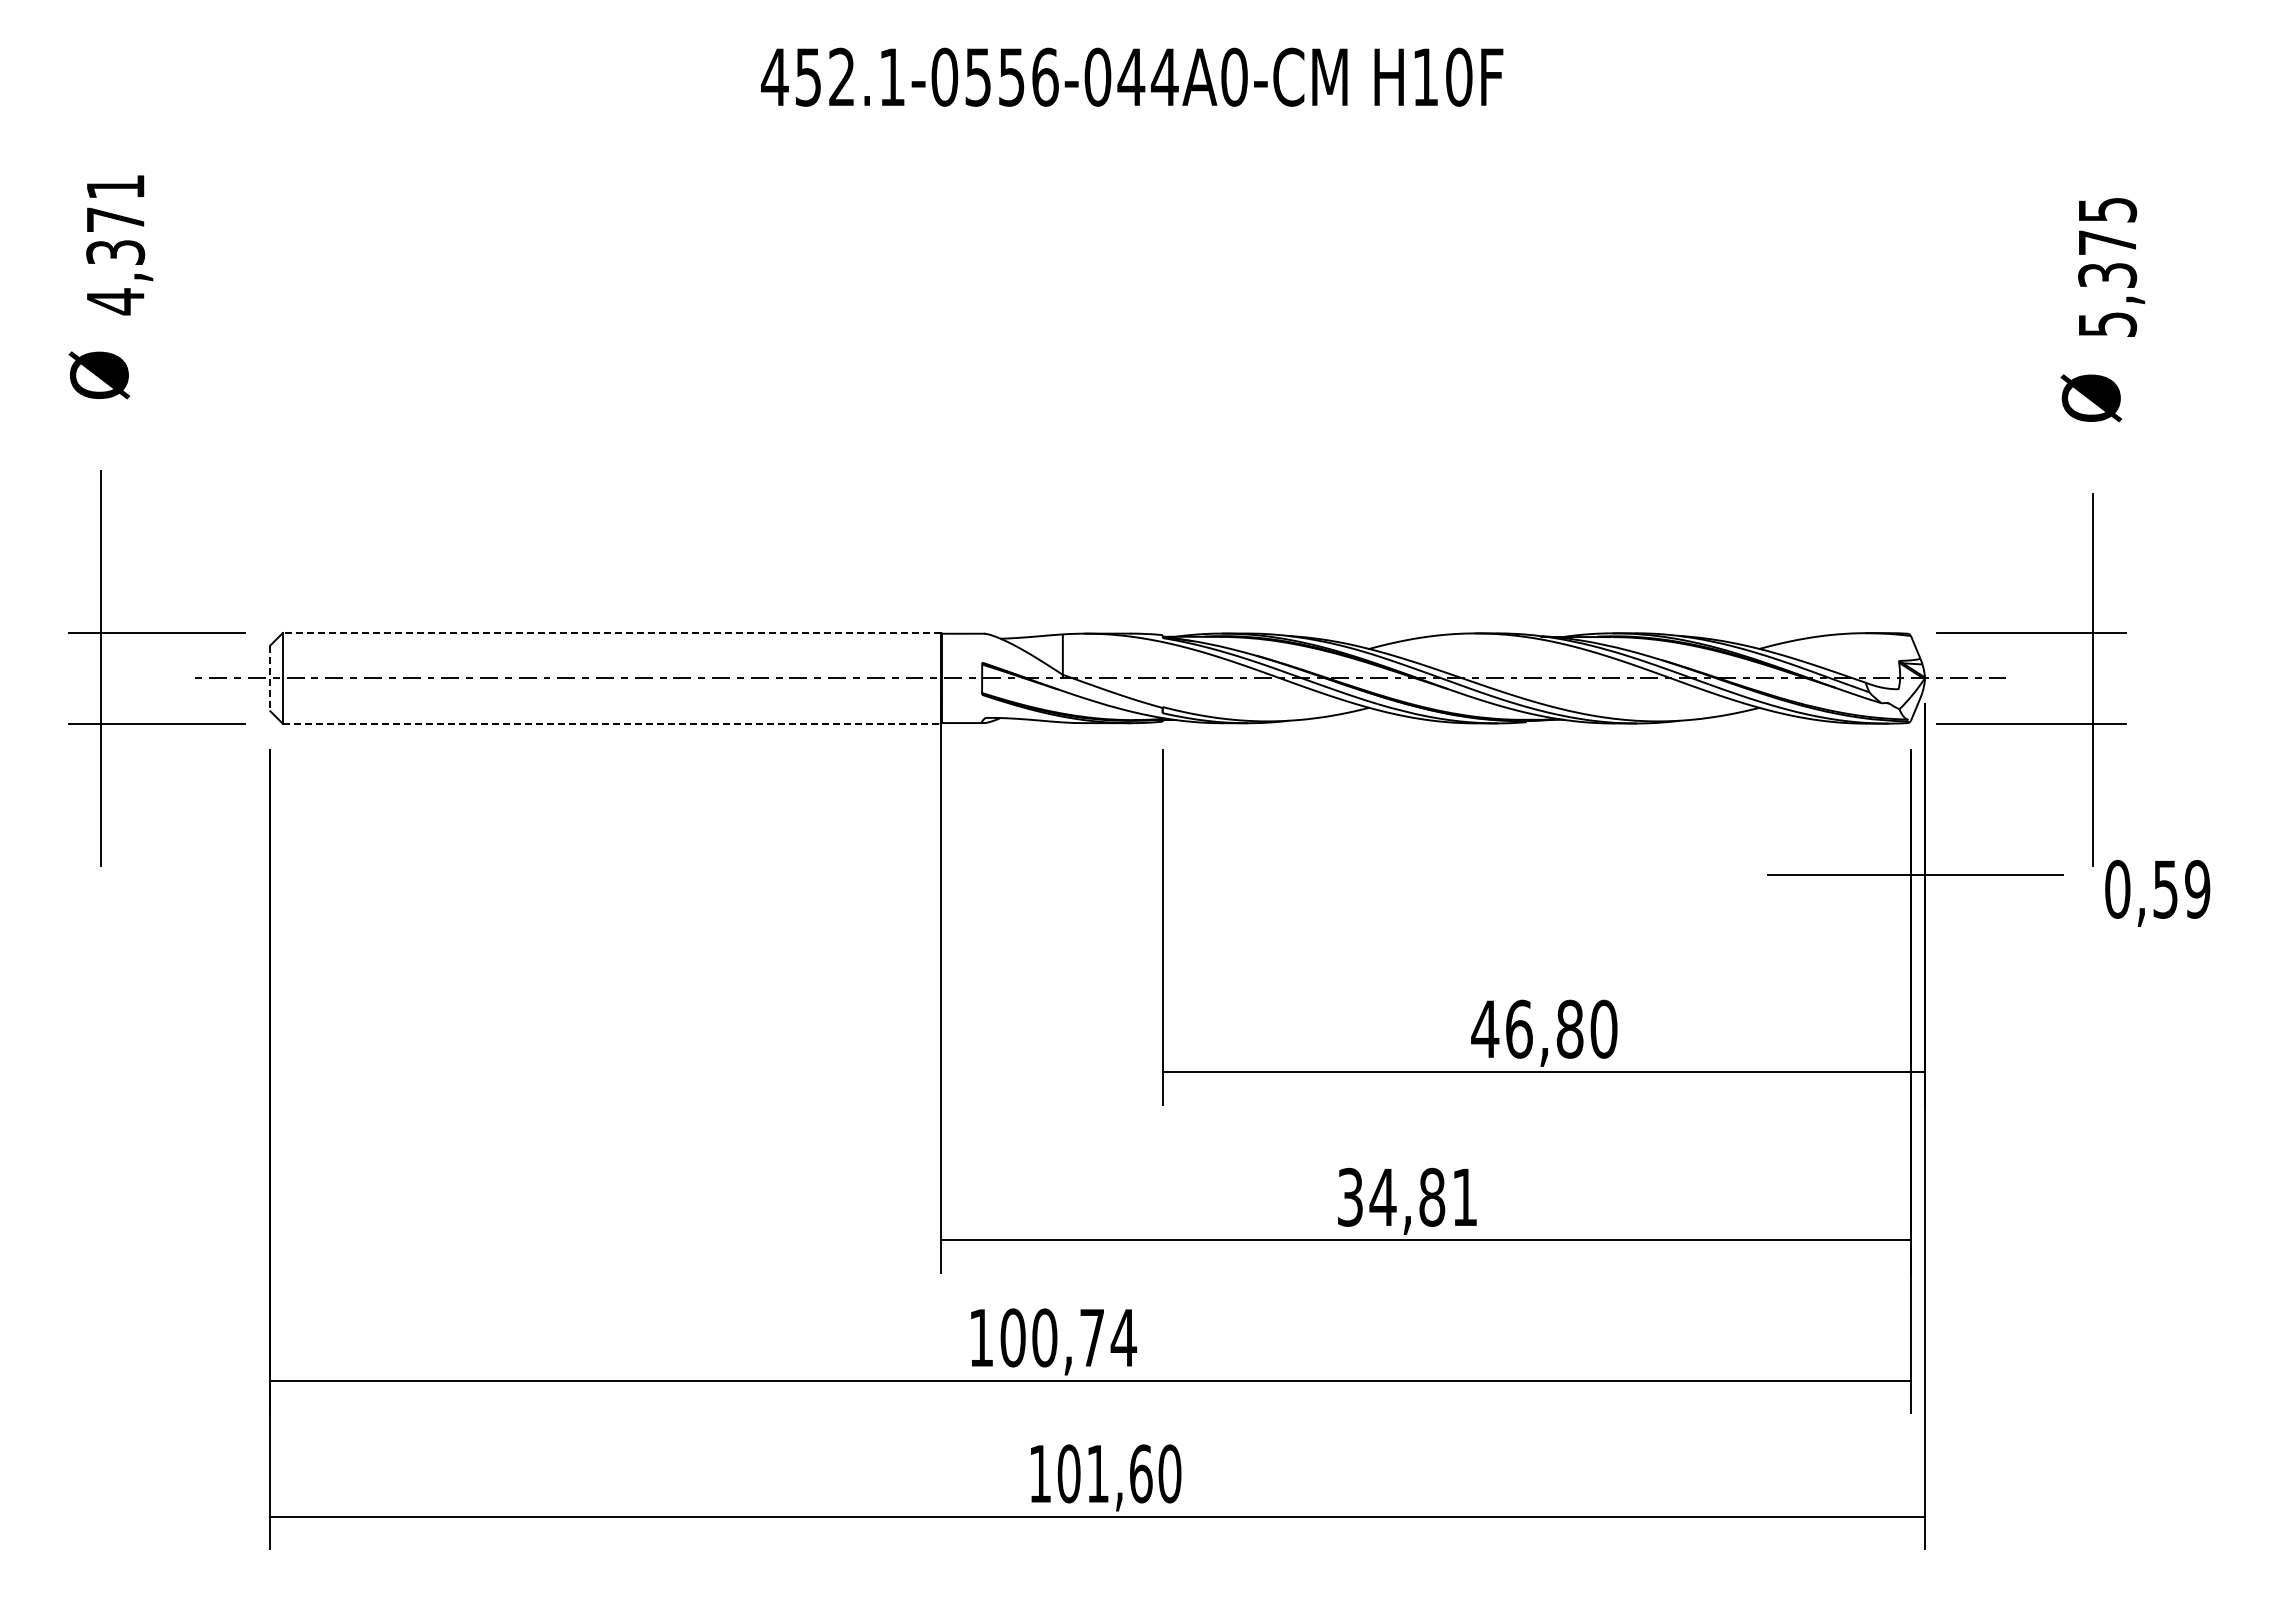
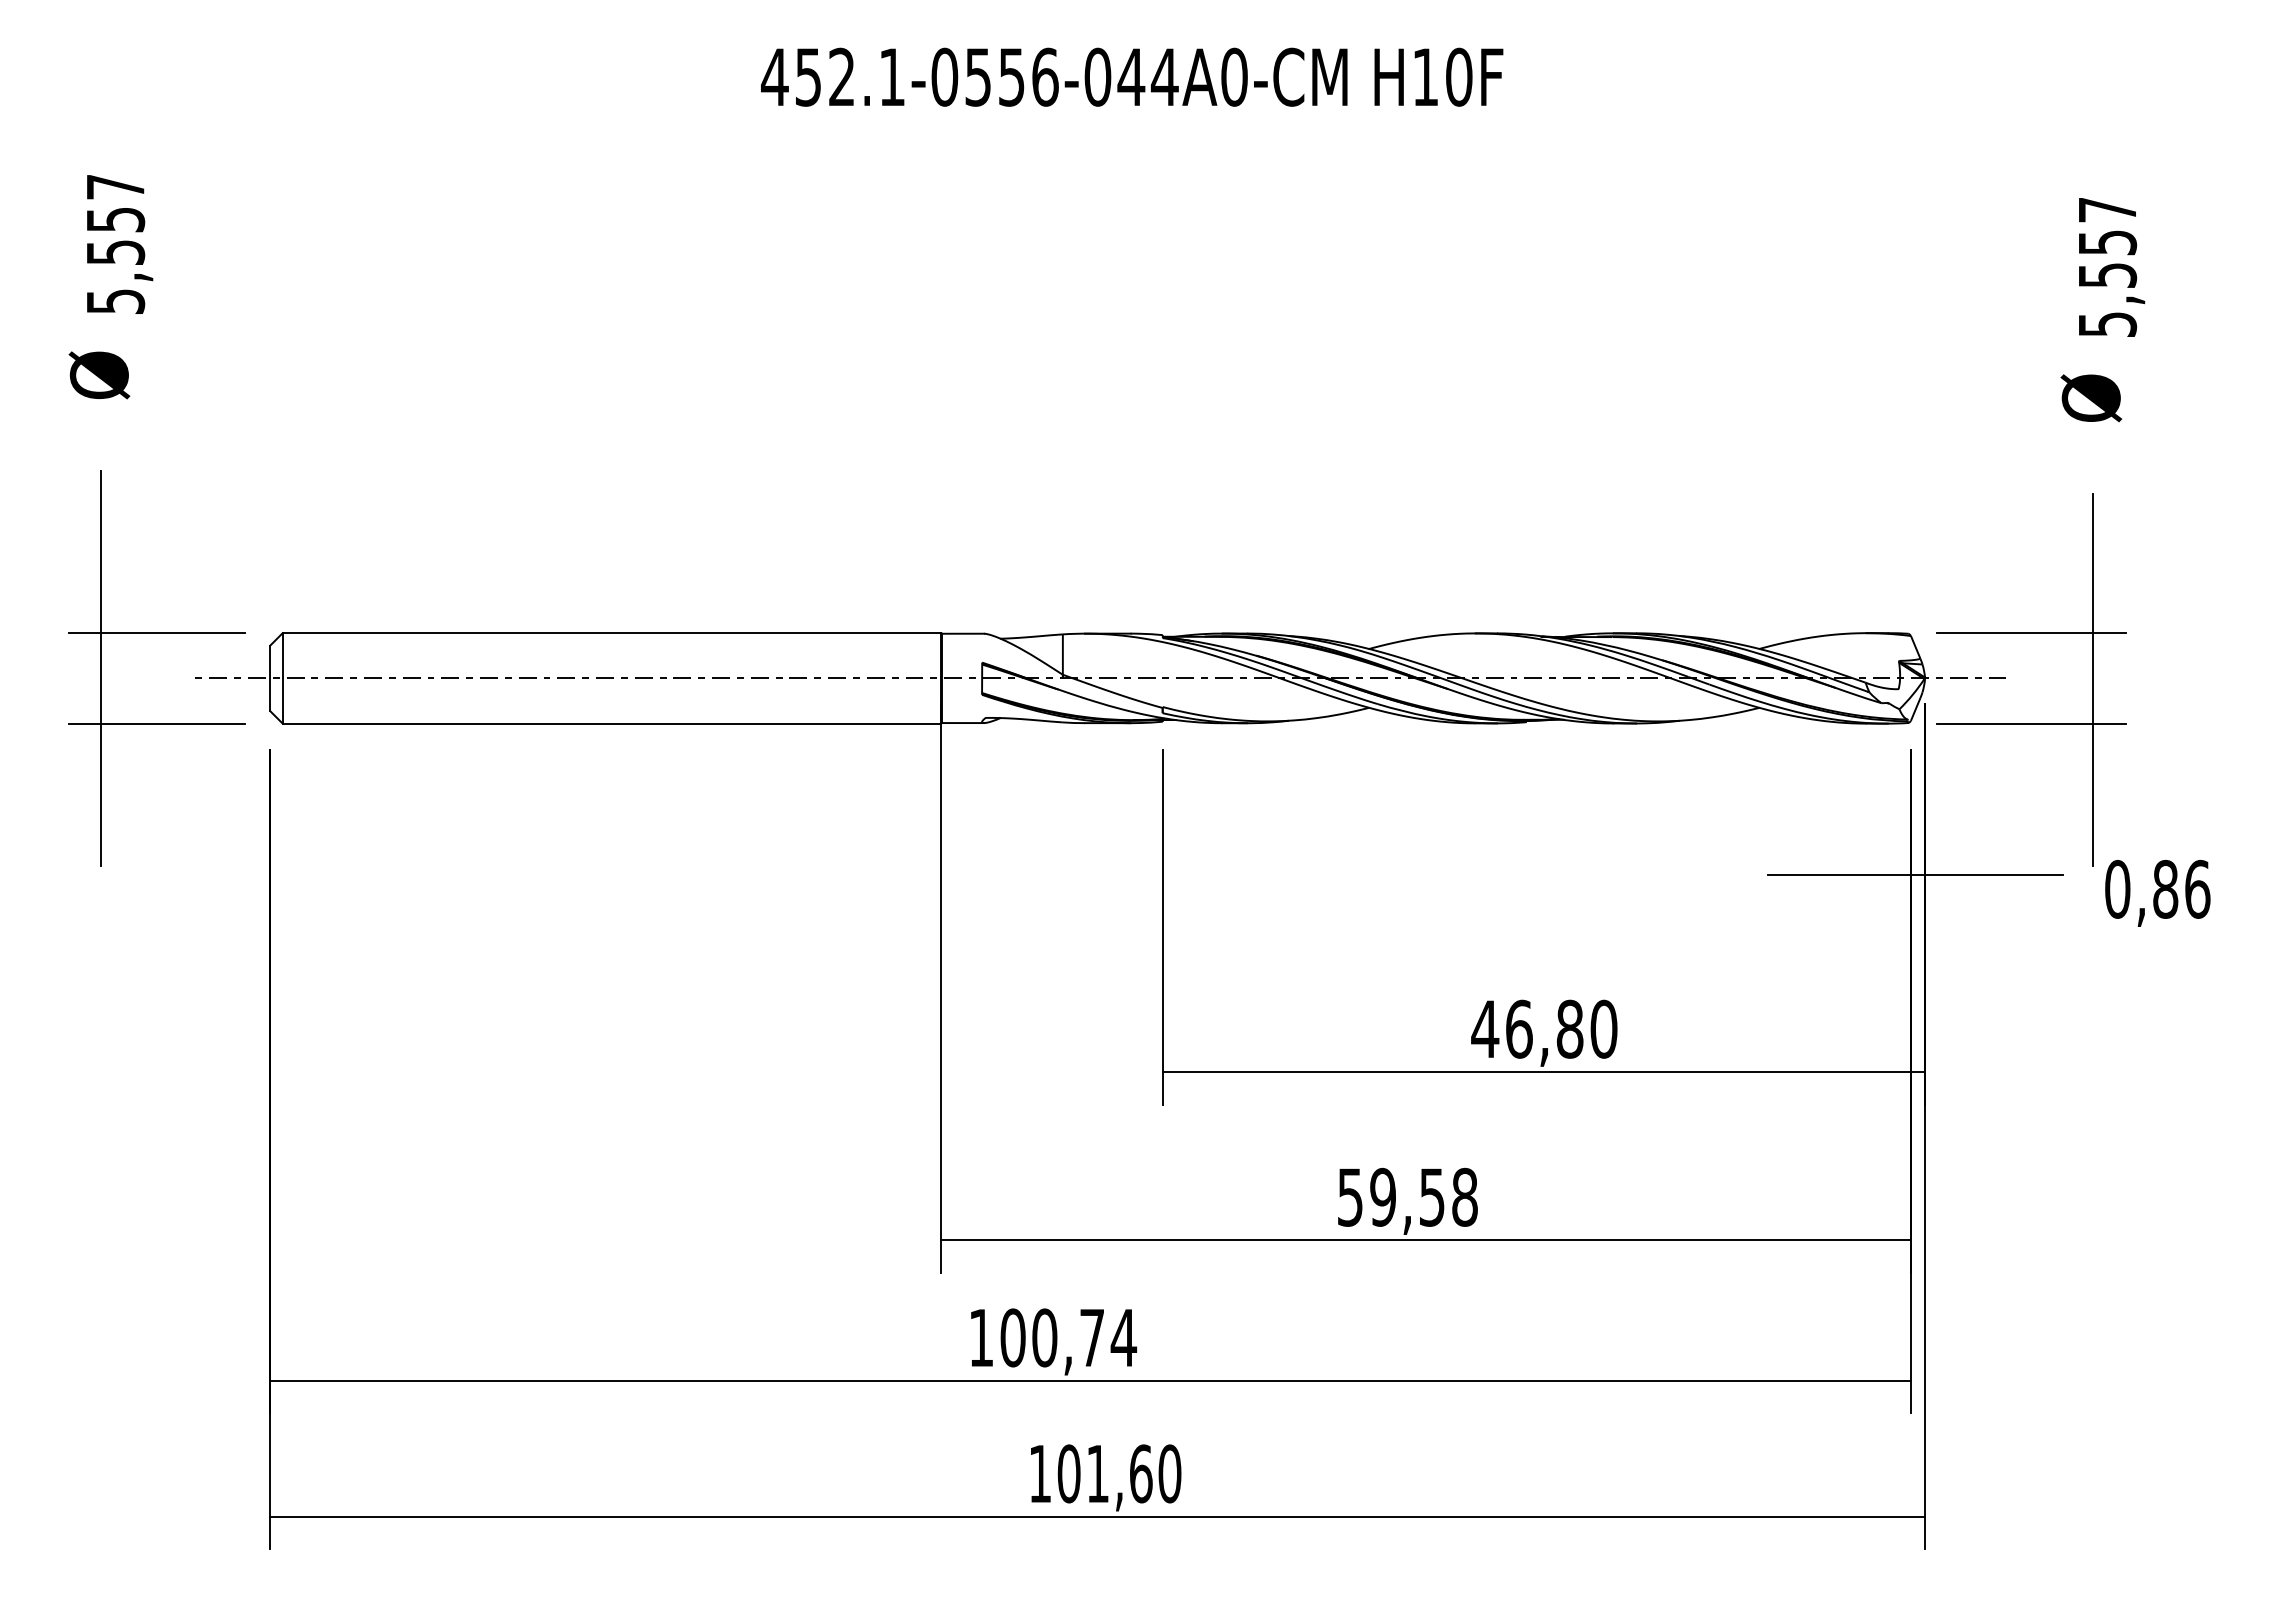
text at (2107, 242): 5,375 -> 5,557
text at (115, 245): 4,371 -> 5,557
line at (611, 633): dashed -> solid
line at (270, 678): dashed -> solid
line at (611, 723): dashed -> solid
text at (2181, 888): 0,59 -> 0,86
text at (1407, 1196): 34,81 -> 59,58
